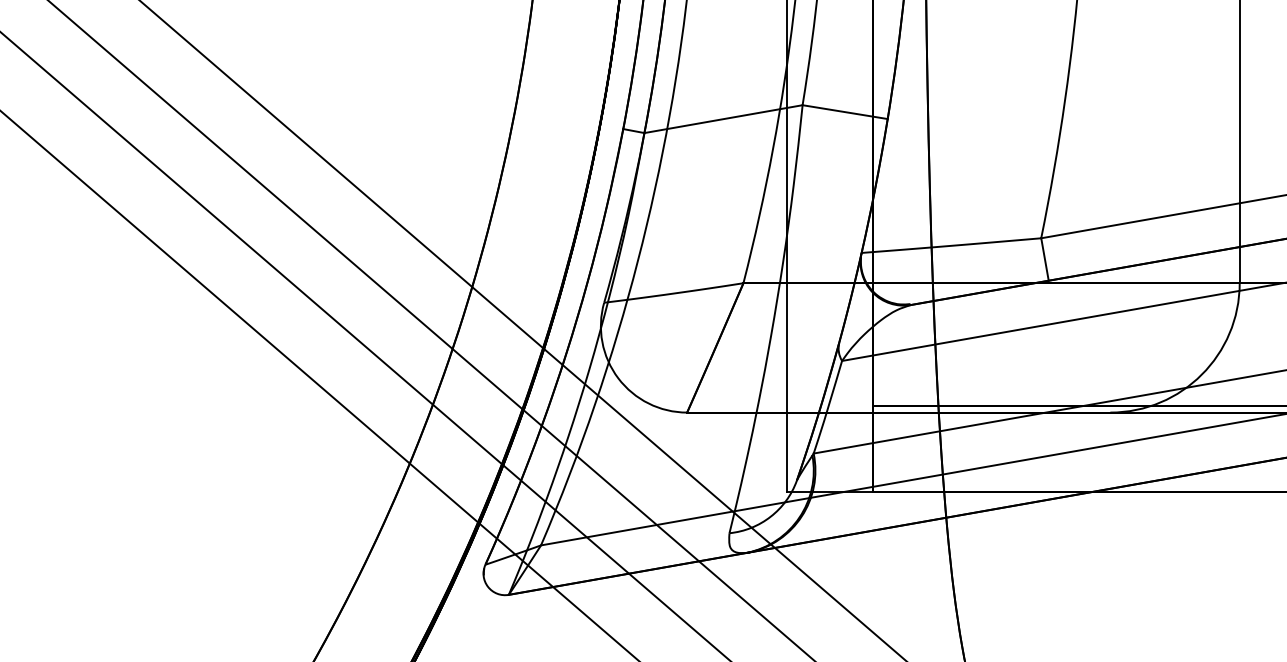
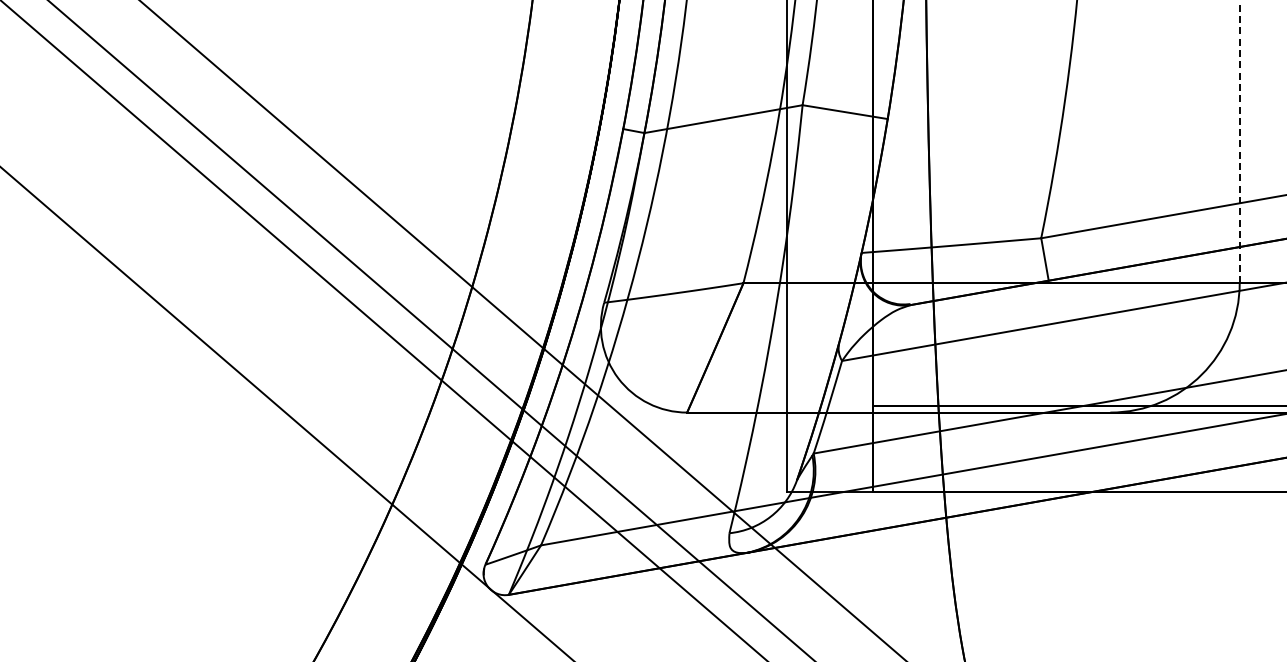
line at (1239, 141): solid -> dashed
line at (364, 345) position: (364, 345) -> (383, 330)
line at (318, 385) position: (318, 385) -> (286, 413)
